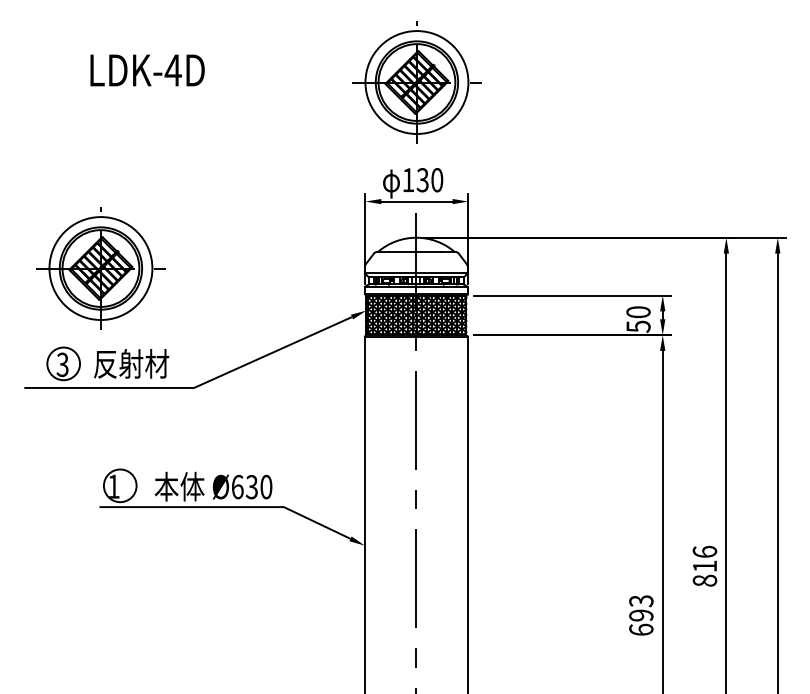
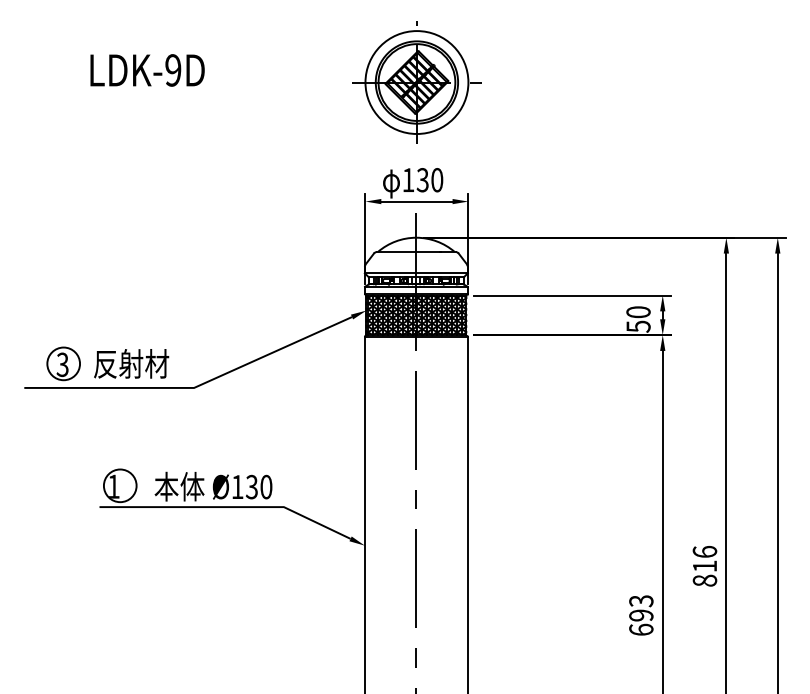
text at (172, 70): LDK-4D -> LDK-9D
part at (100, 268): present -> none
text at (237, 486): Ø630 -> Ø130
